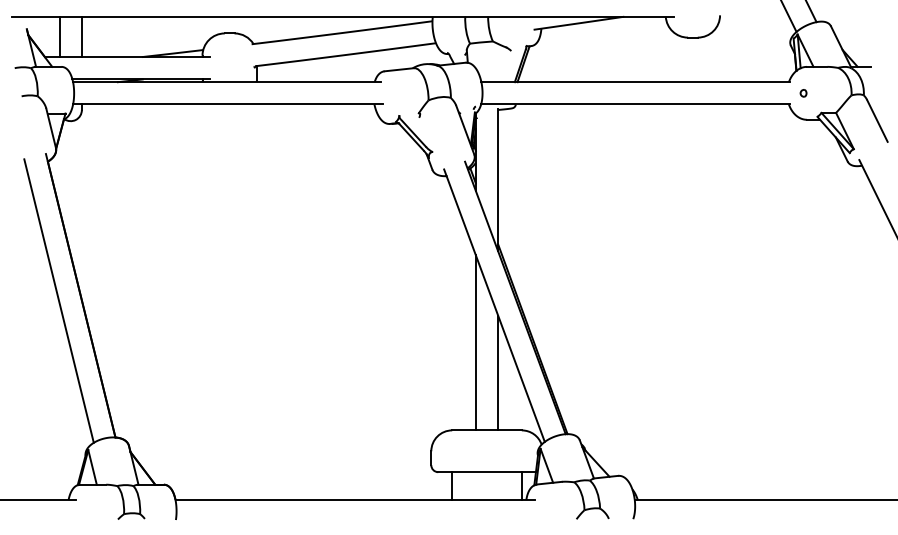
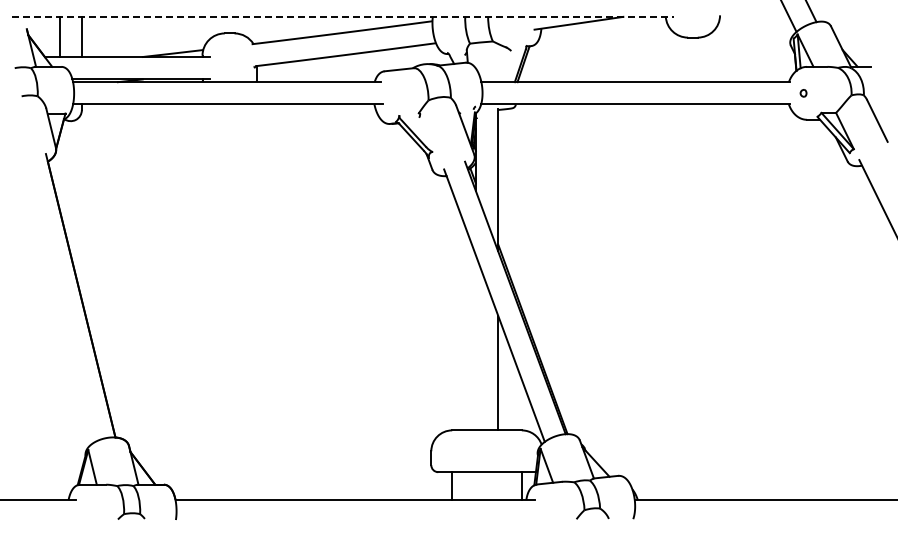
line at (343, 16): solid -> dashed
line at (58, 300): present -> none
line at (475, 342): present -> none
